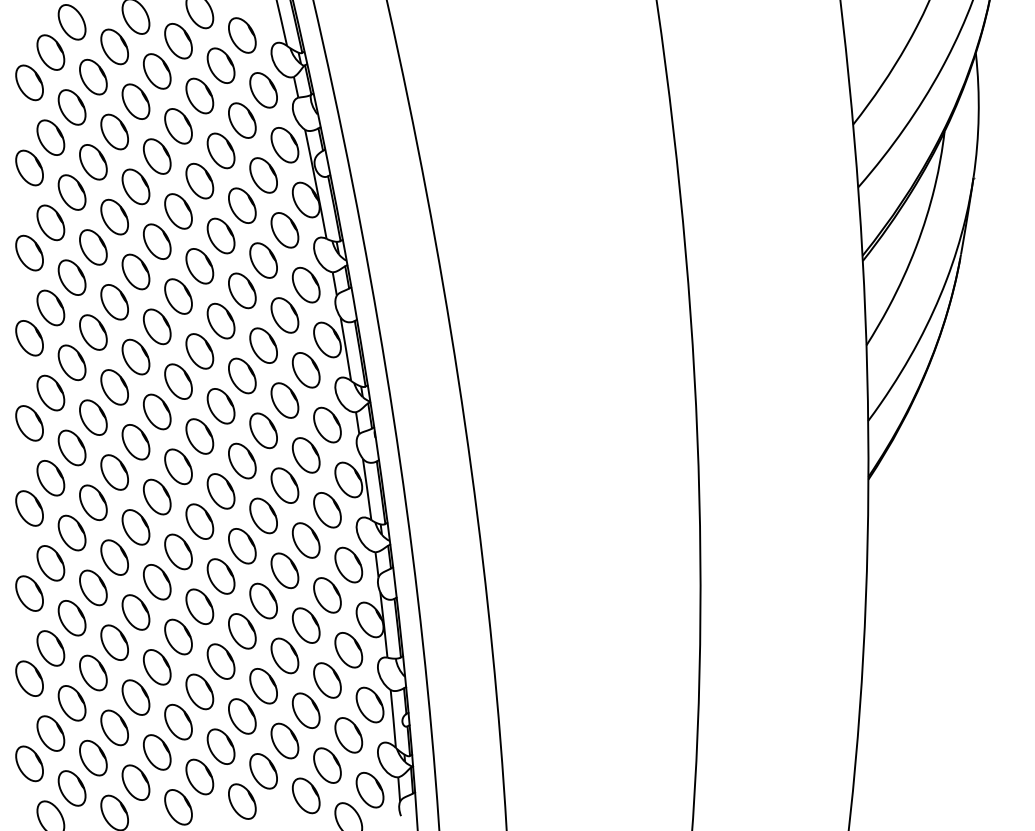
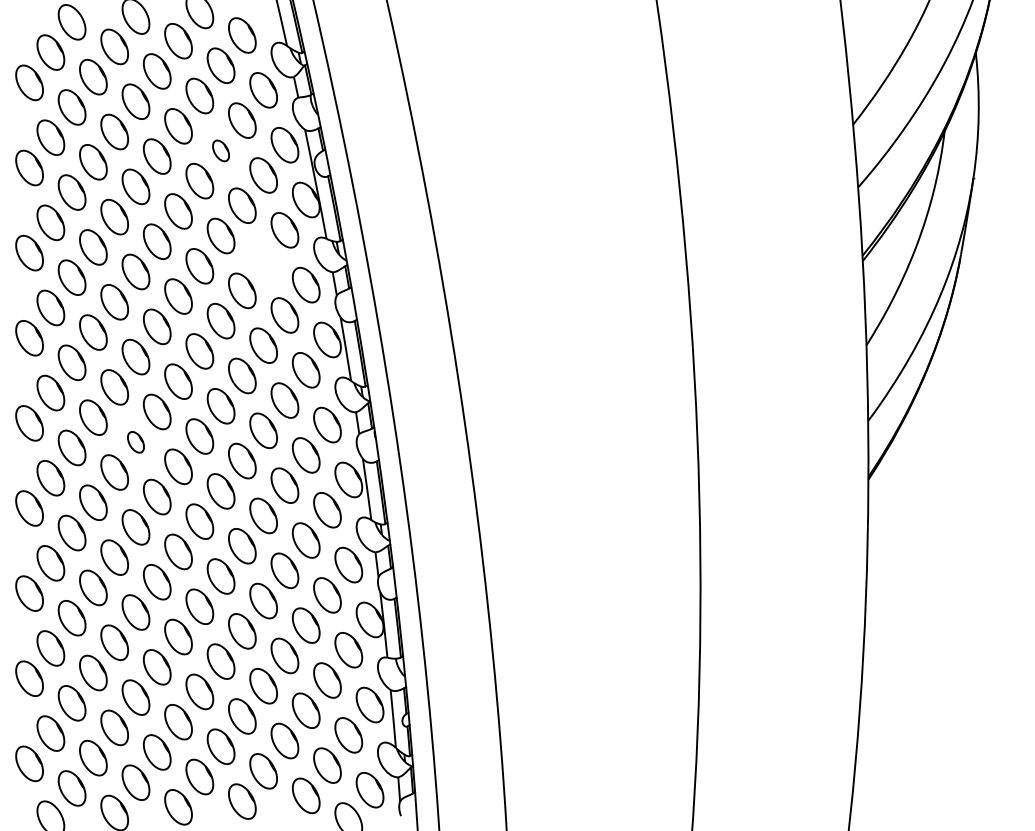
part at (220, 150) size: 30x38 px -> 18x24 px
part at (263, 260): present -> none
part at (135, 442) size: 30x37 px -> 18x23 px
